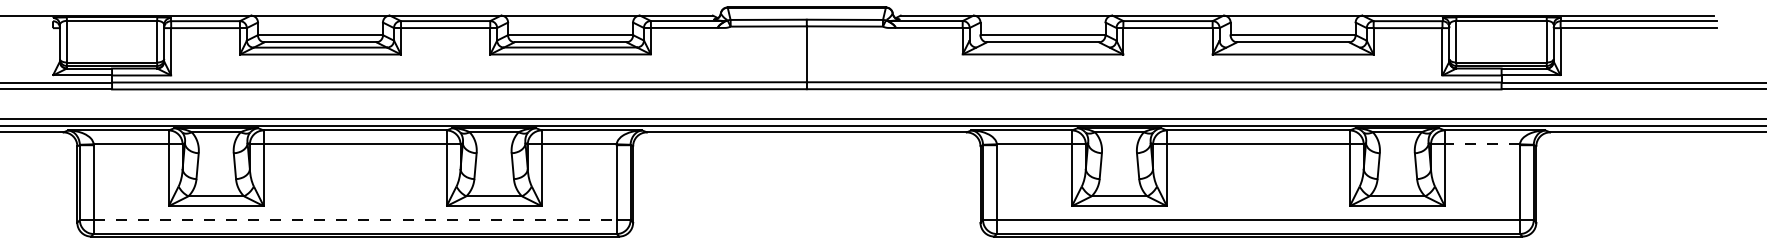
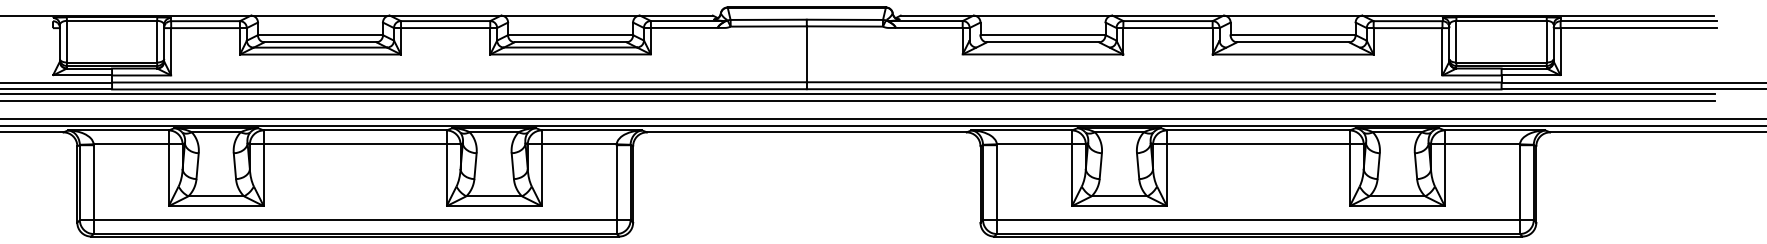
line at (858, 94): none -> present
line at (858, 101): none -> present
line at (1482, 144): dashed -> solid
line at (355, 220): dashed -> solid
